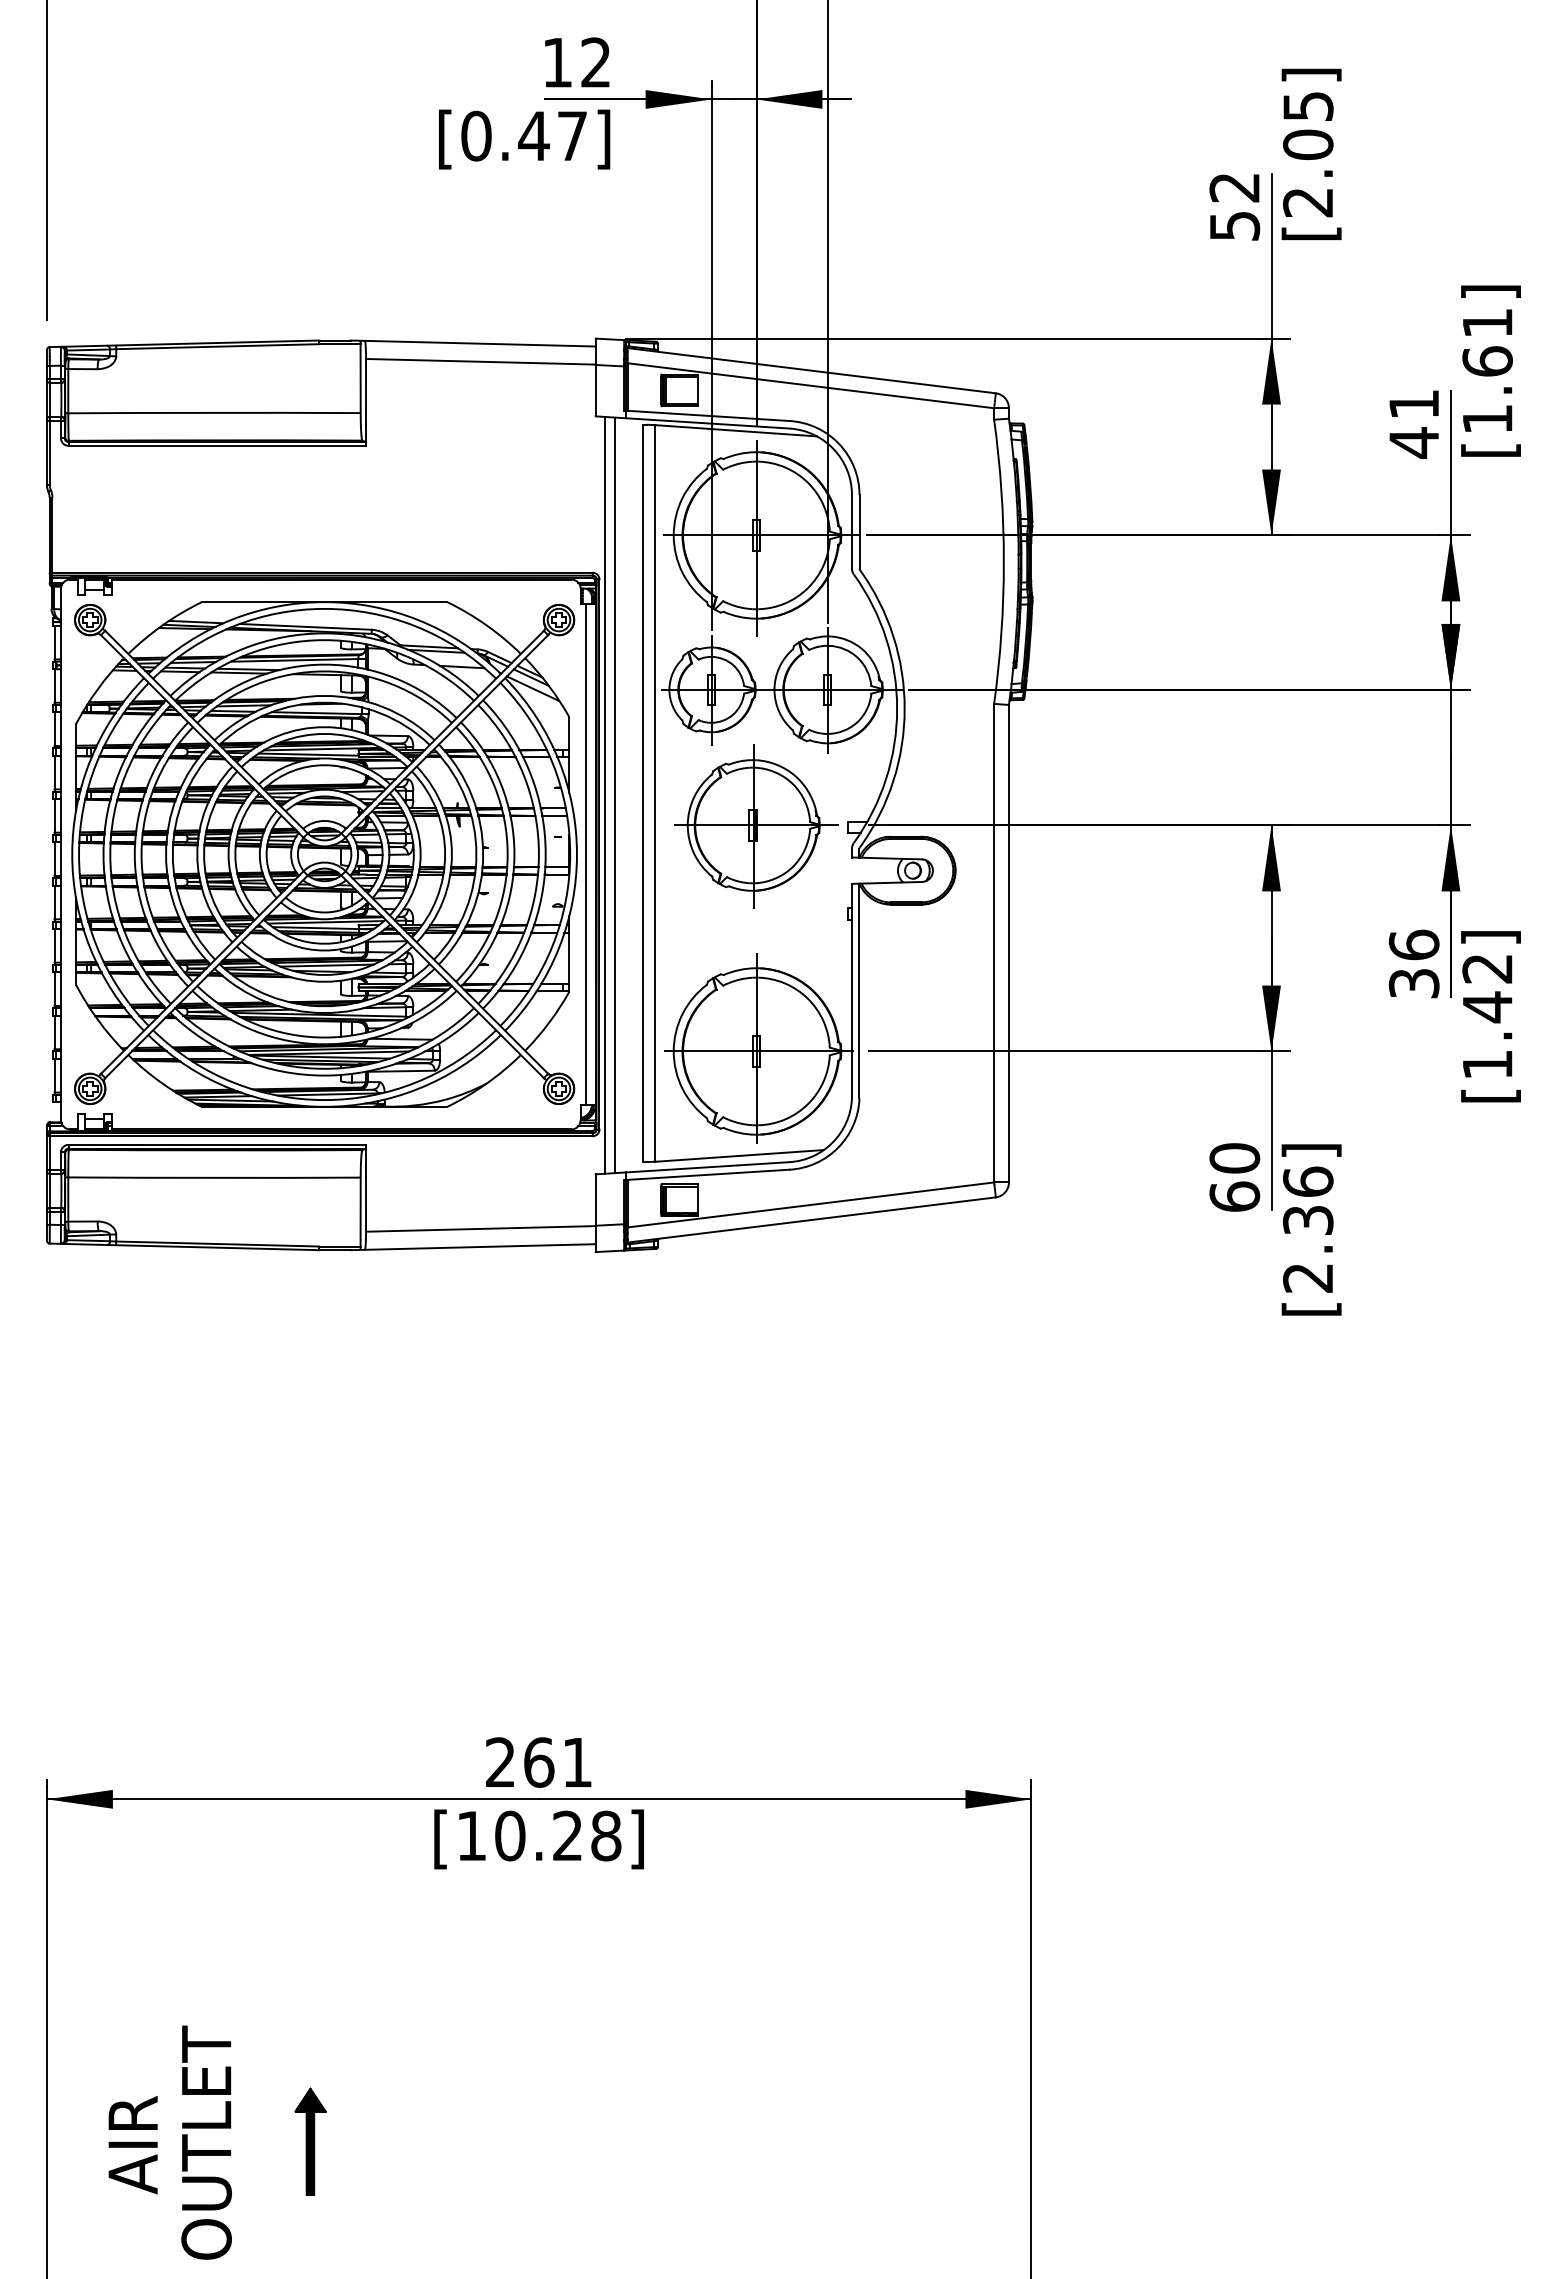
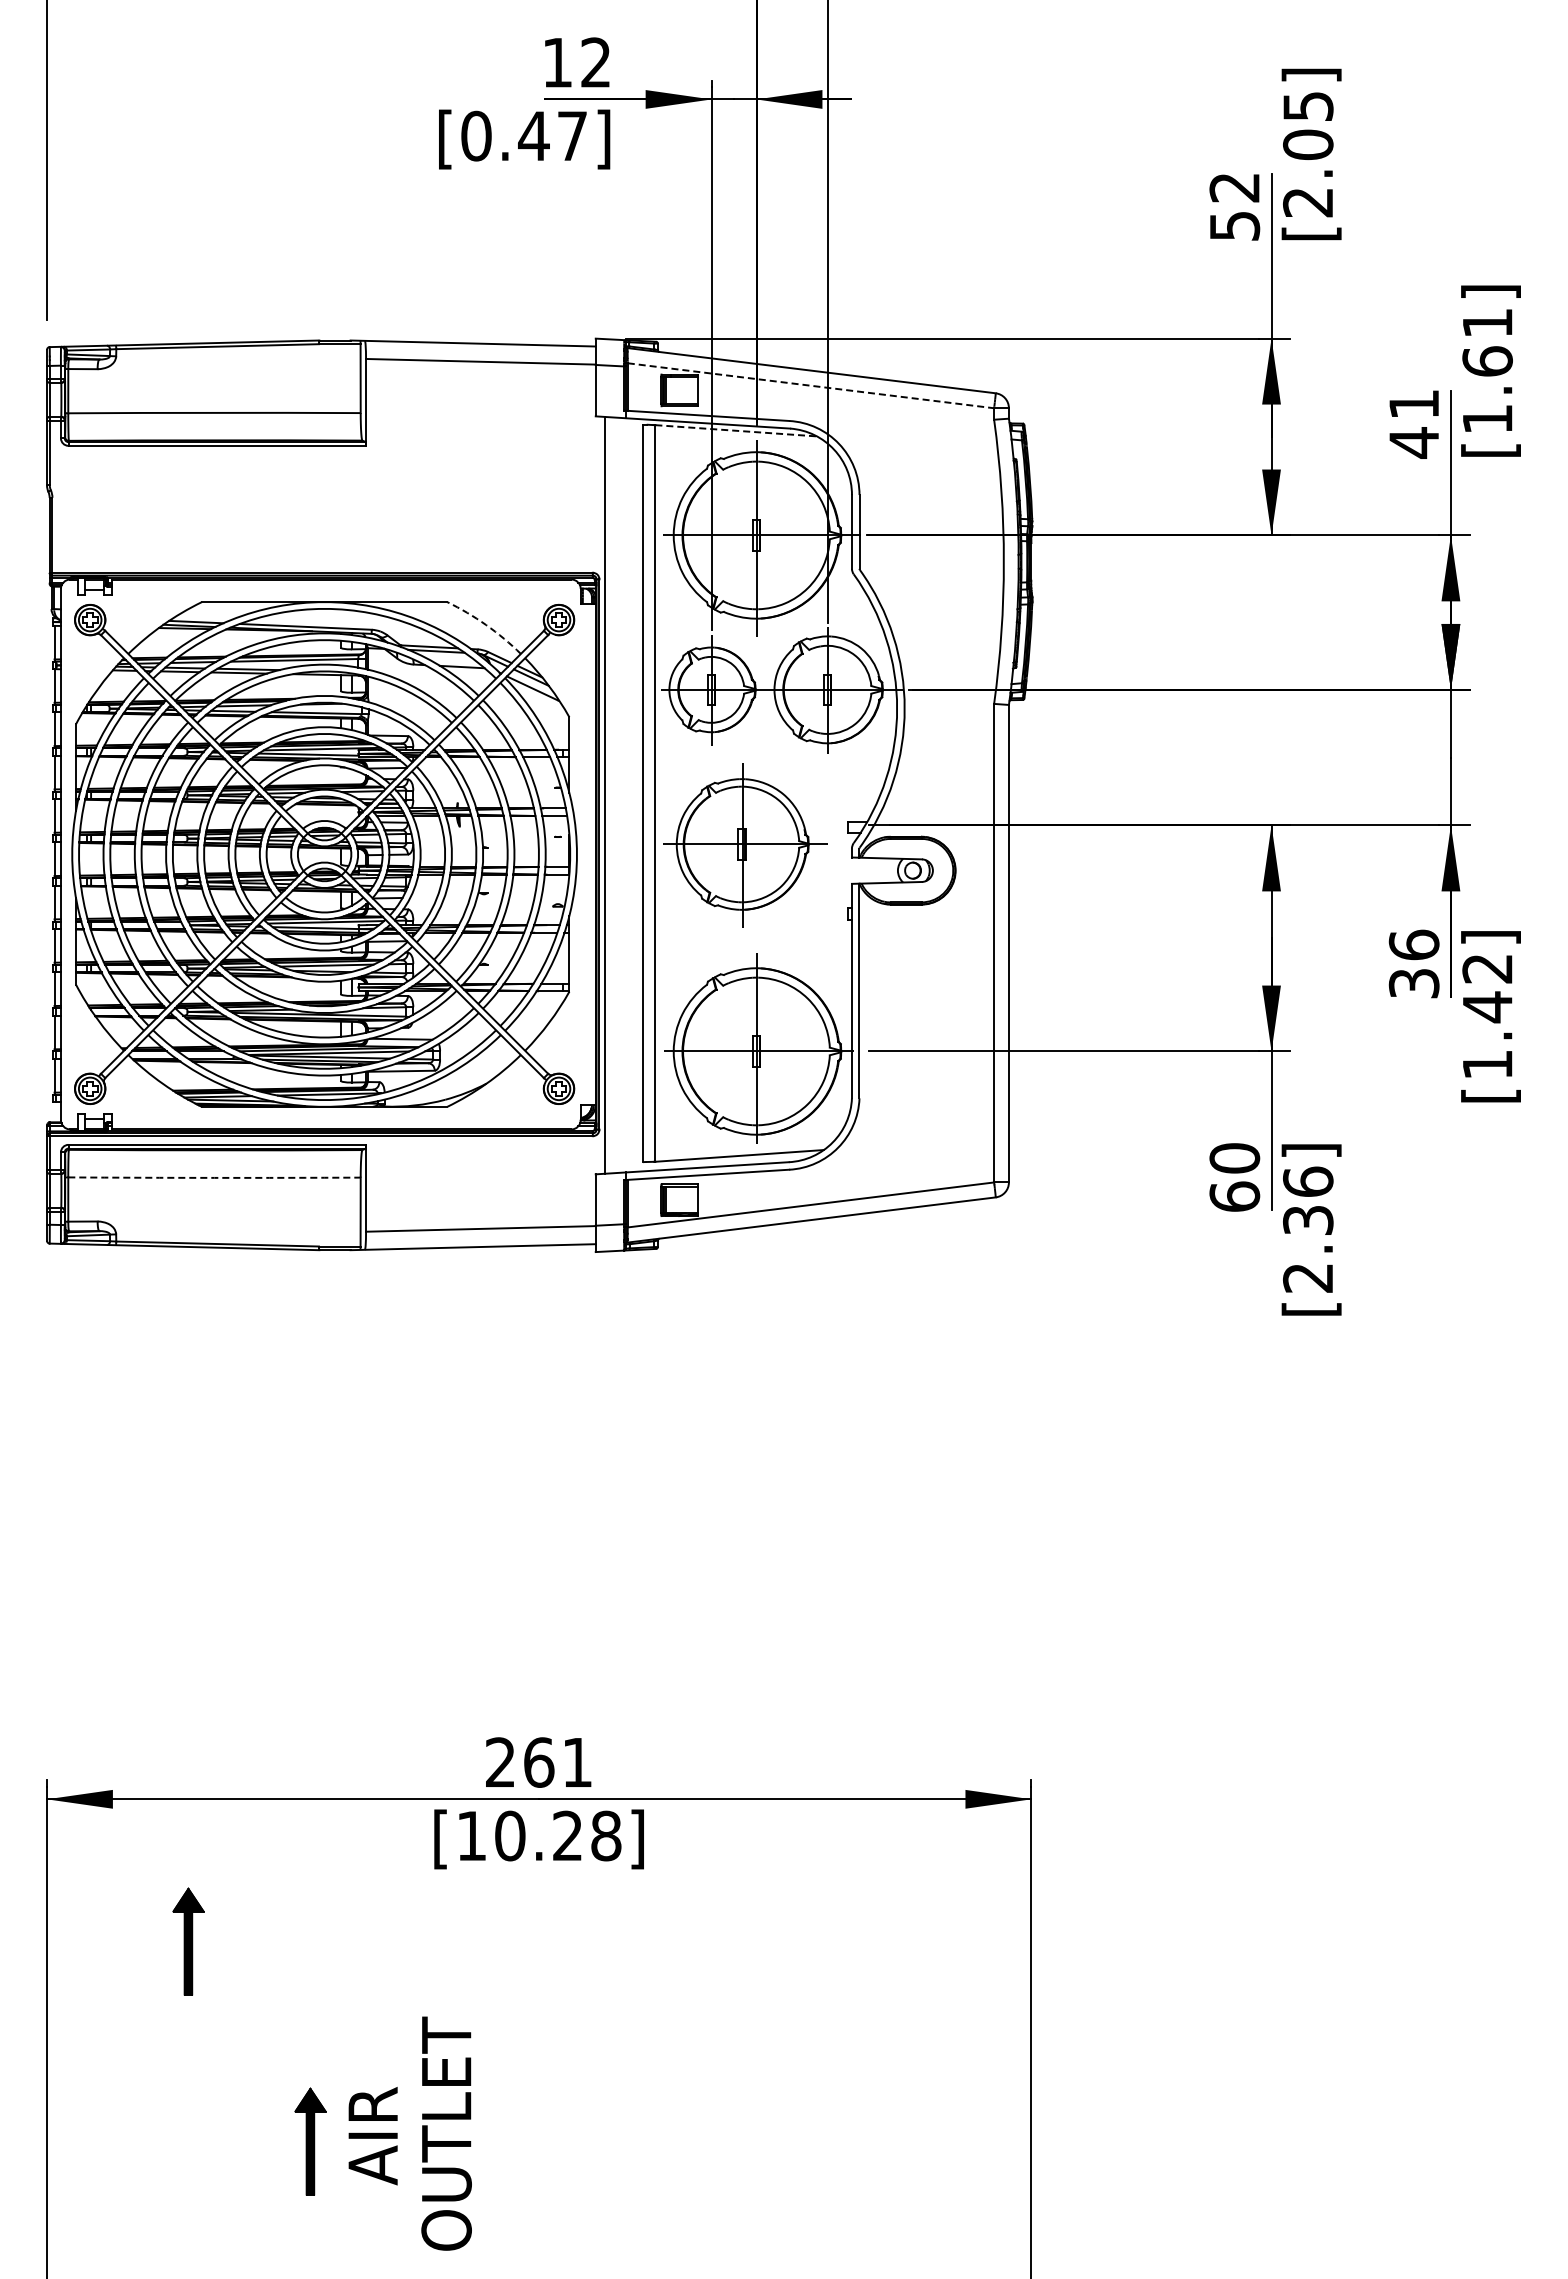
line at (810, 385): solid -> dashed
line at (736, 430): solid -> dashed
arc at (486, 625): solid -> dashed
line at (614, 795): present -> none
part at (756, 826) position: (756, 826) -> (745, 845)
line at (586, 854): present -> none
arc at (214, 1177): solid -> dashed
part at (188, 1941): none -> present
text at (169, 2142) position: (169, 2142) -> (409, 2133)
